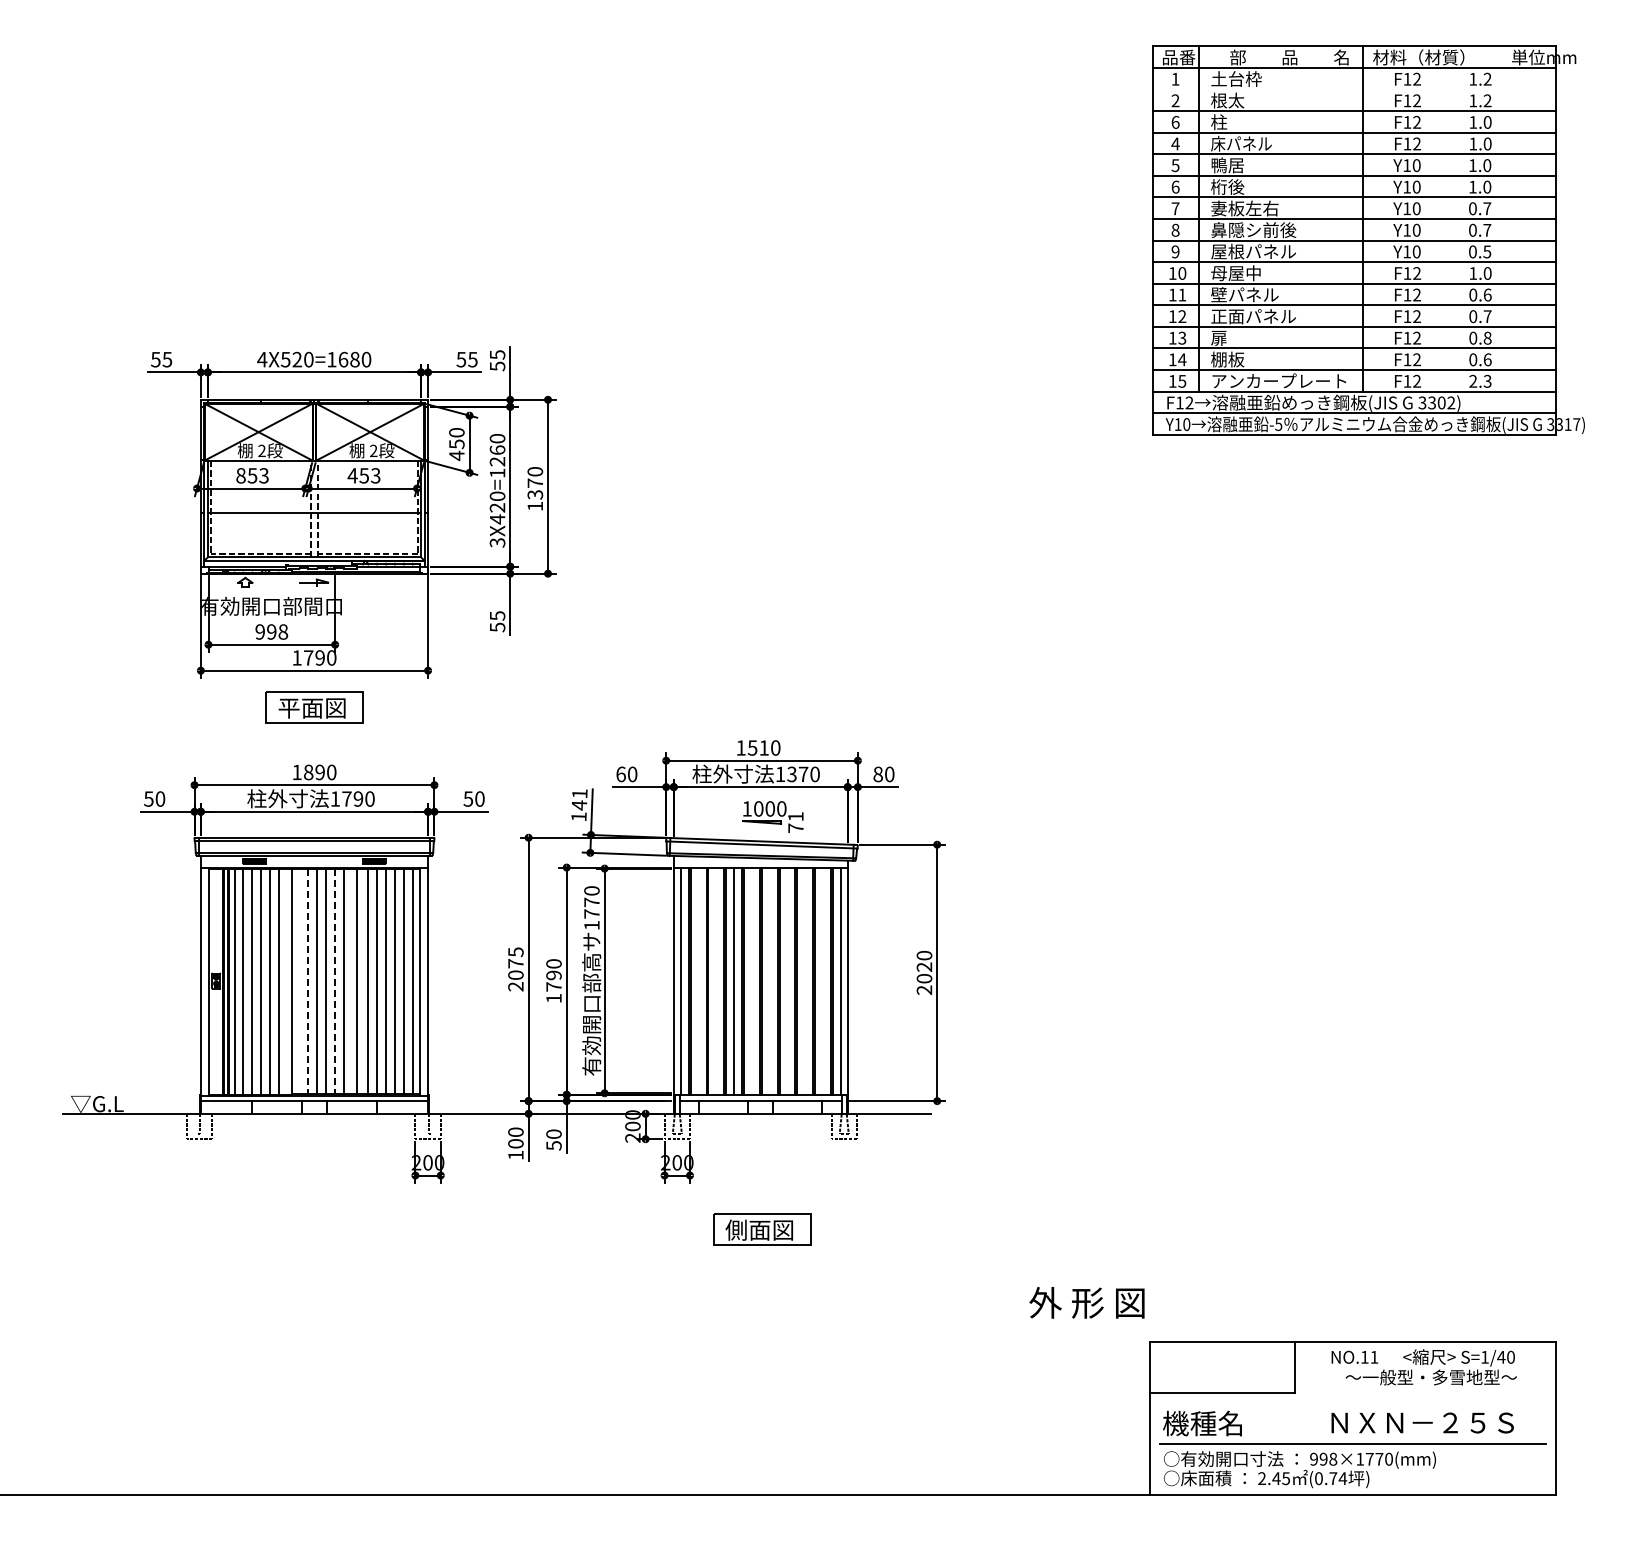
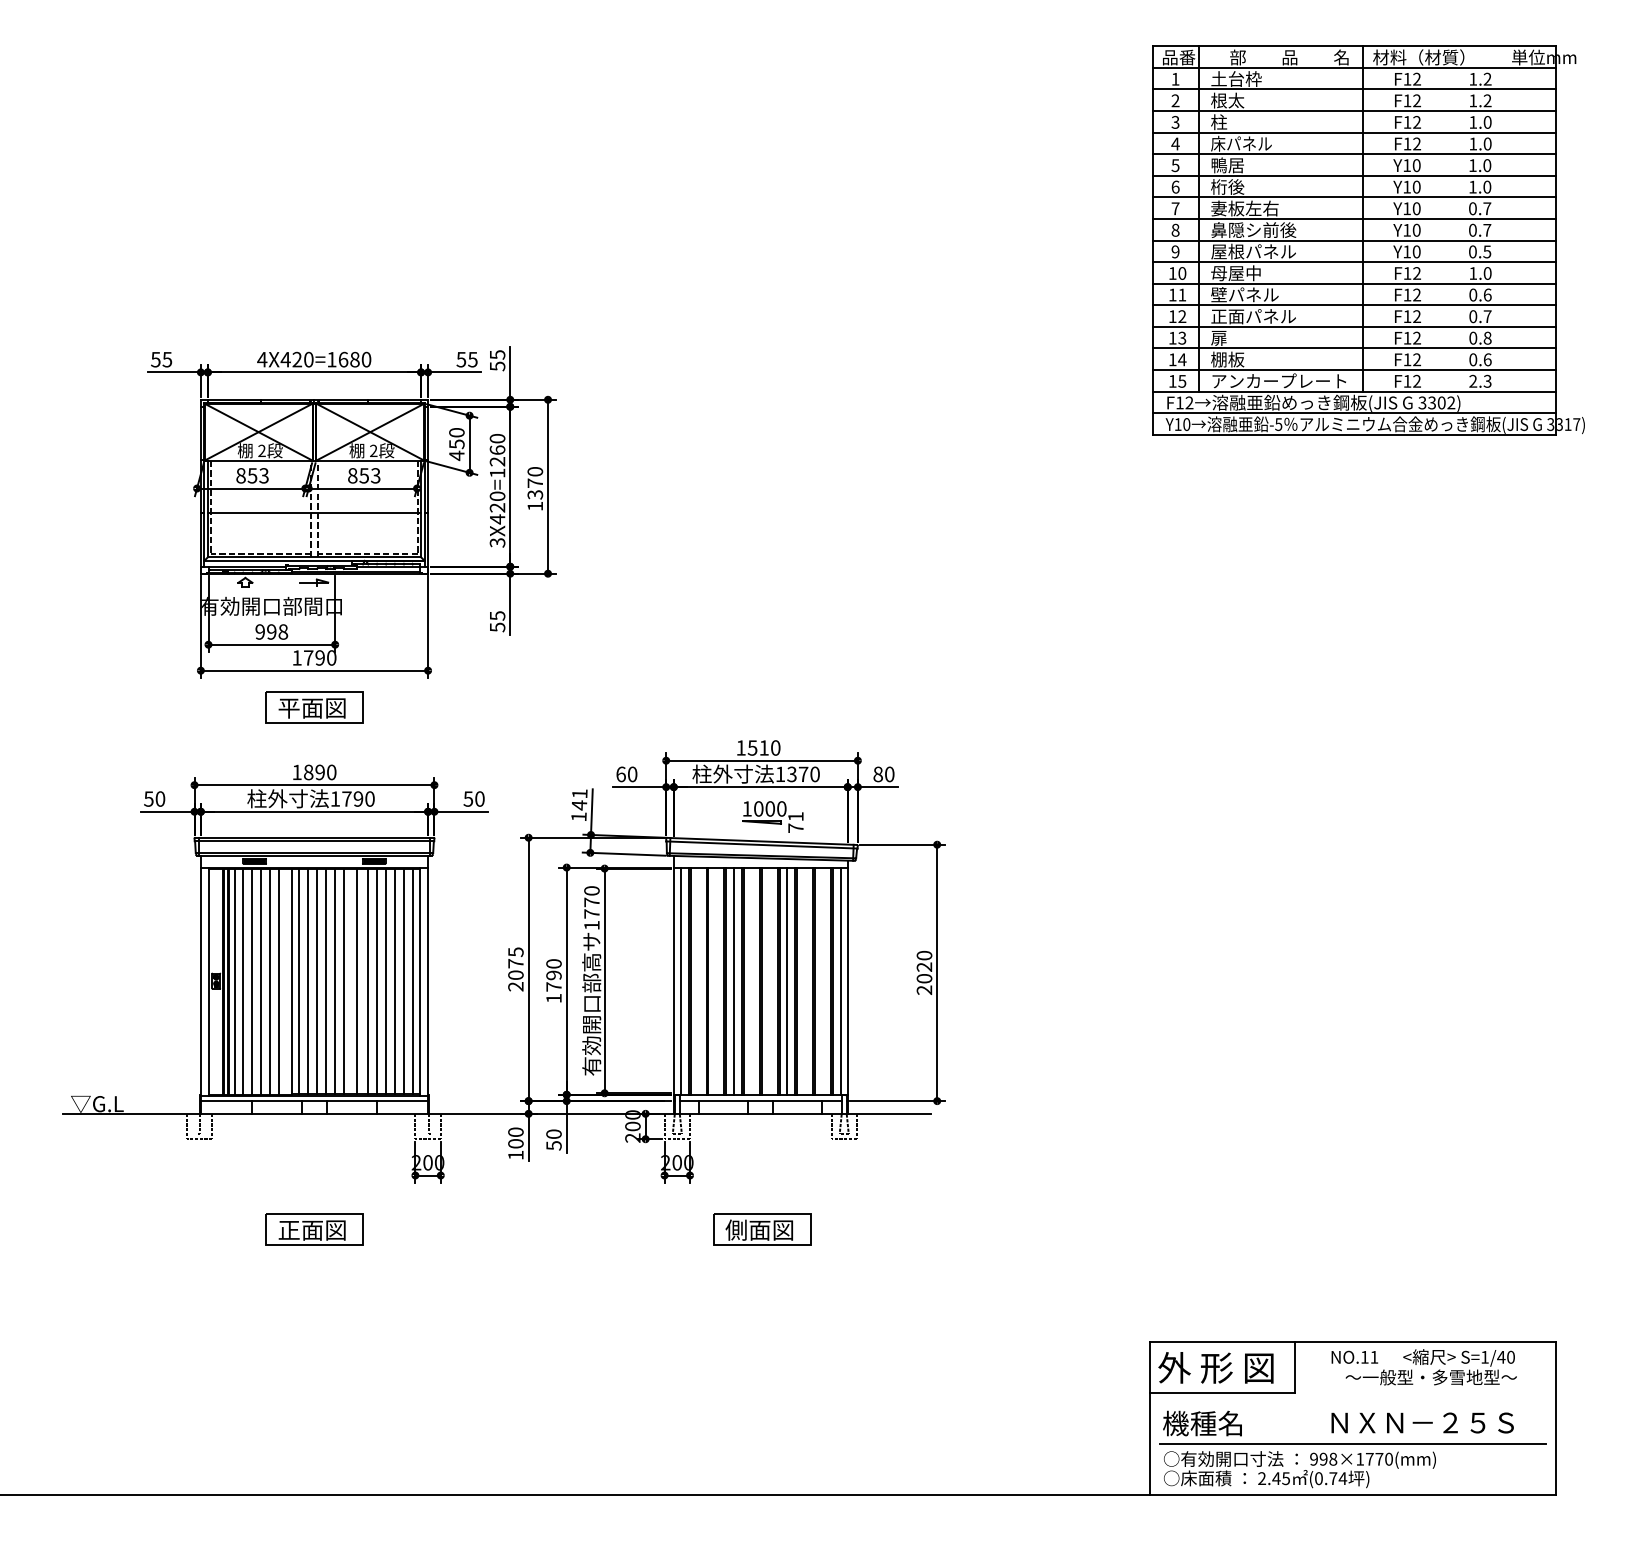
line at (1354, 89): none -> present
text at (1175, 122): 6 -> 3
text at (285, 359): 4X520=1680 -> 4X420=1680
text at (352, 475): 453 -> 853
line at (299, 980): none -> present
line at (787, 980): none -> present
line at (308, 981): dashed -> solid
line at (334, 981): dashed -> solid
part at (314, 1229): none -> present
text at (1086, 1302) position: (1086, 1302) -> (1215, 1367)
